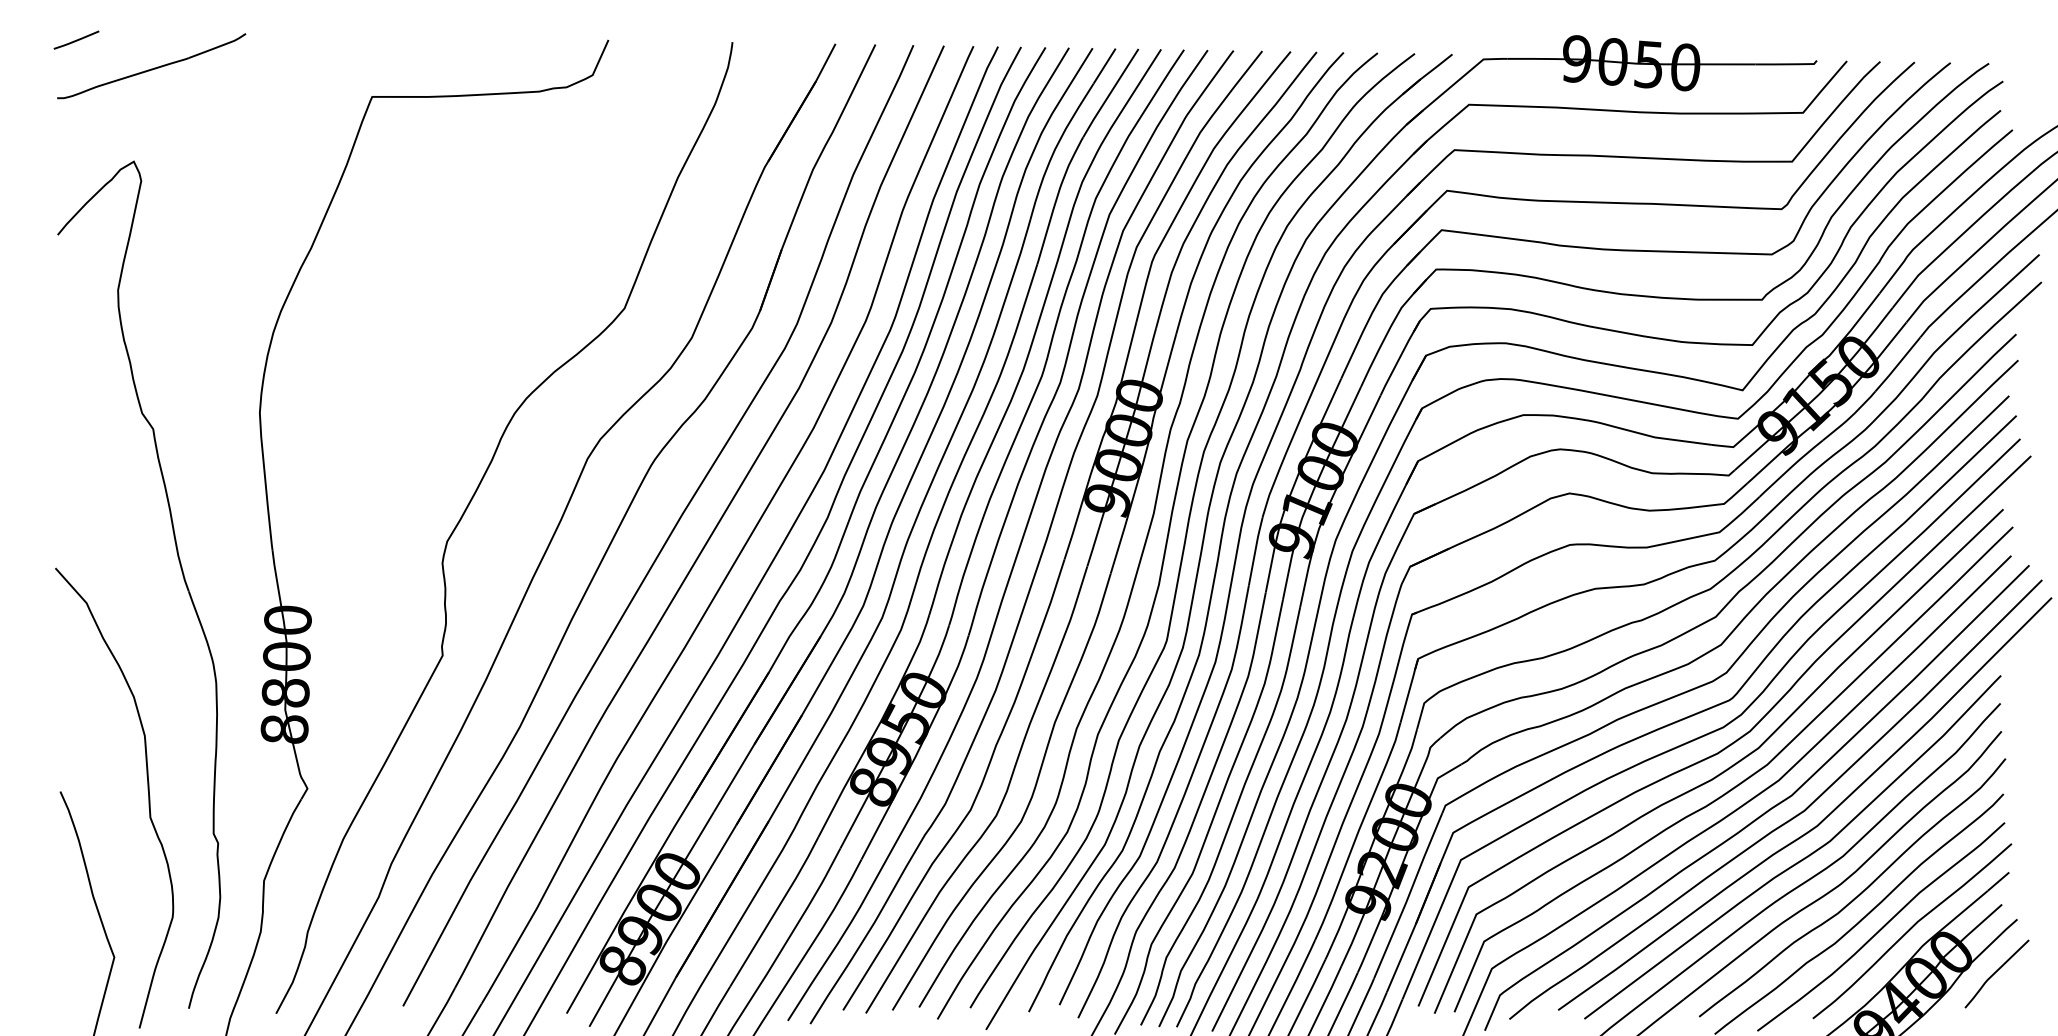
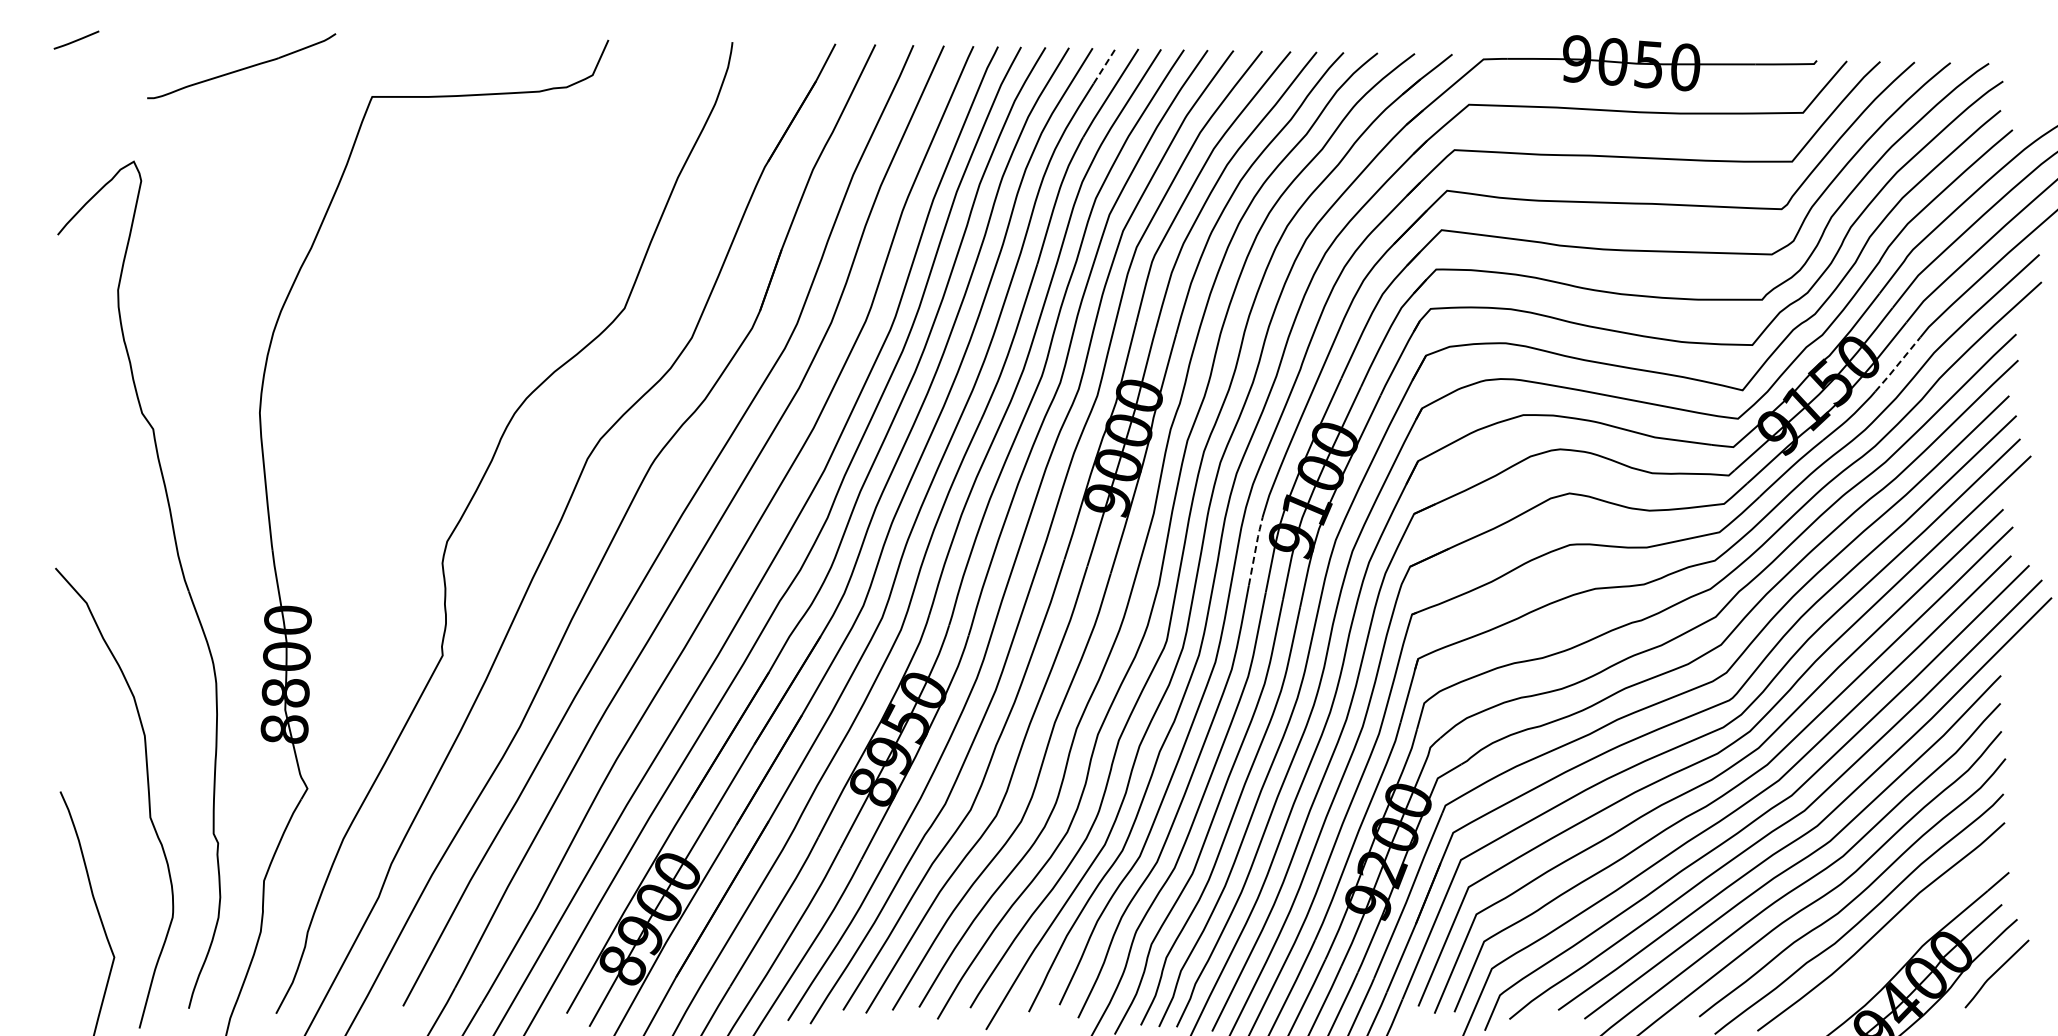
part at (151, 66) position: (151, 66) -> (241, 66)
line at (1104, 66): solid -> dashed
line at (1897, 365): solid -> dashed
line at (1255, 549): solid -> dashed
curve at (1911, 929): present -> none
